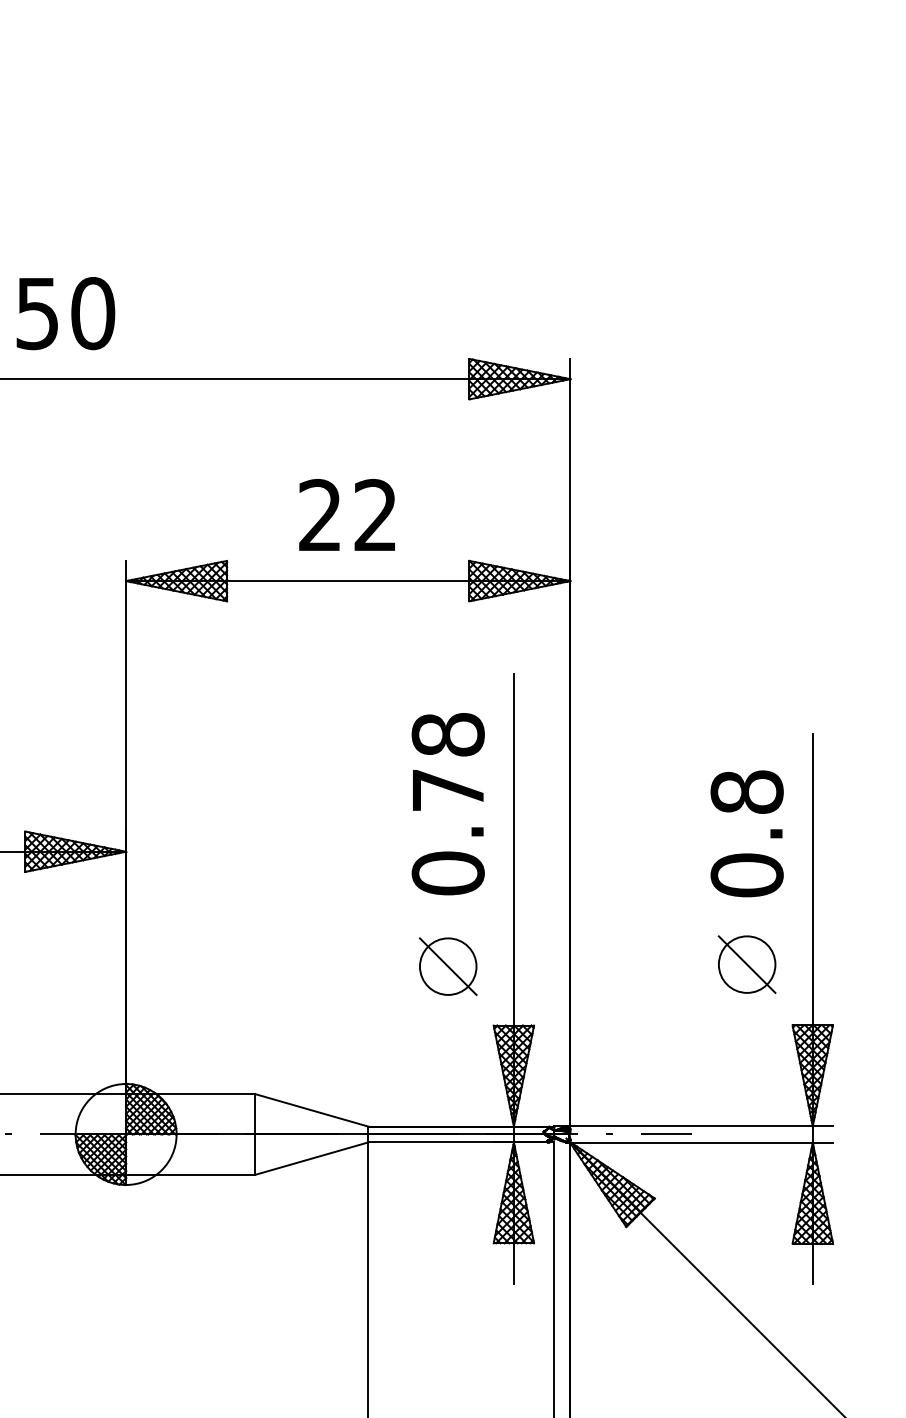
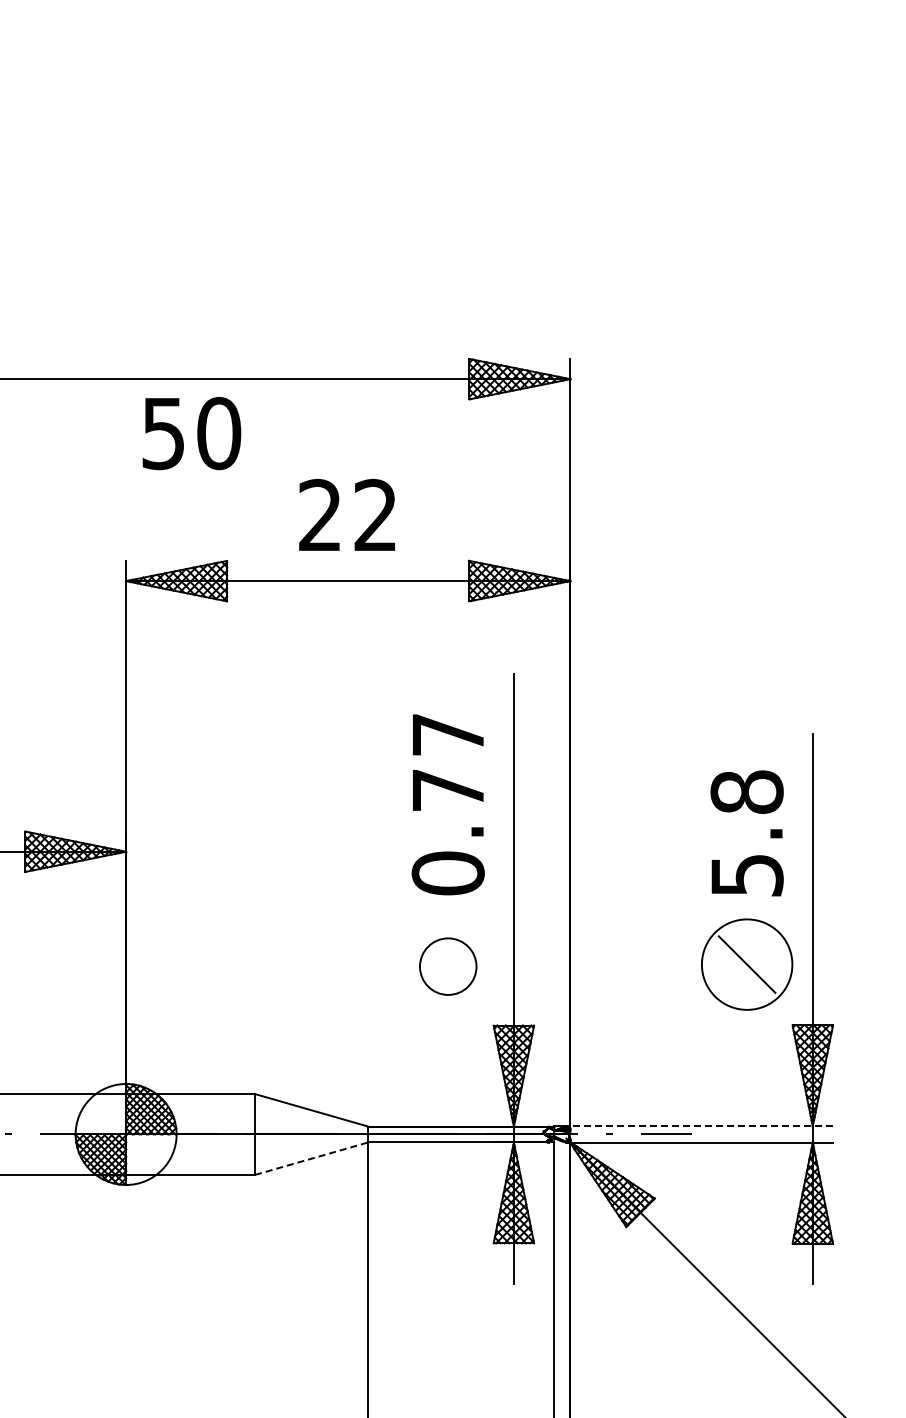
text at (65, 313) position: (65, 313) -> (191, 433)
text at (447, 734): 0.78 -> 0.77
text at (746, 875): 0.8 -> 5.8
circle at (746, 964) diameter: 57 px -> 90 px
line at (447, 966): present -> none
line at (699, 1126): solid -> dashed
line at (311, 1158): solid -> dashed
